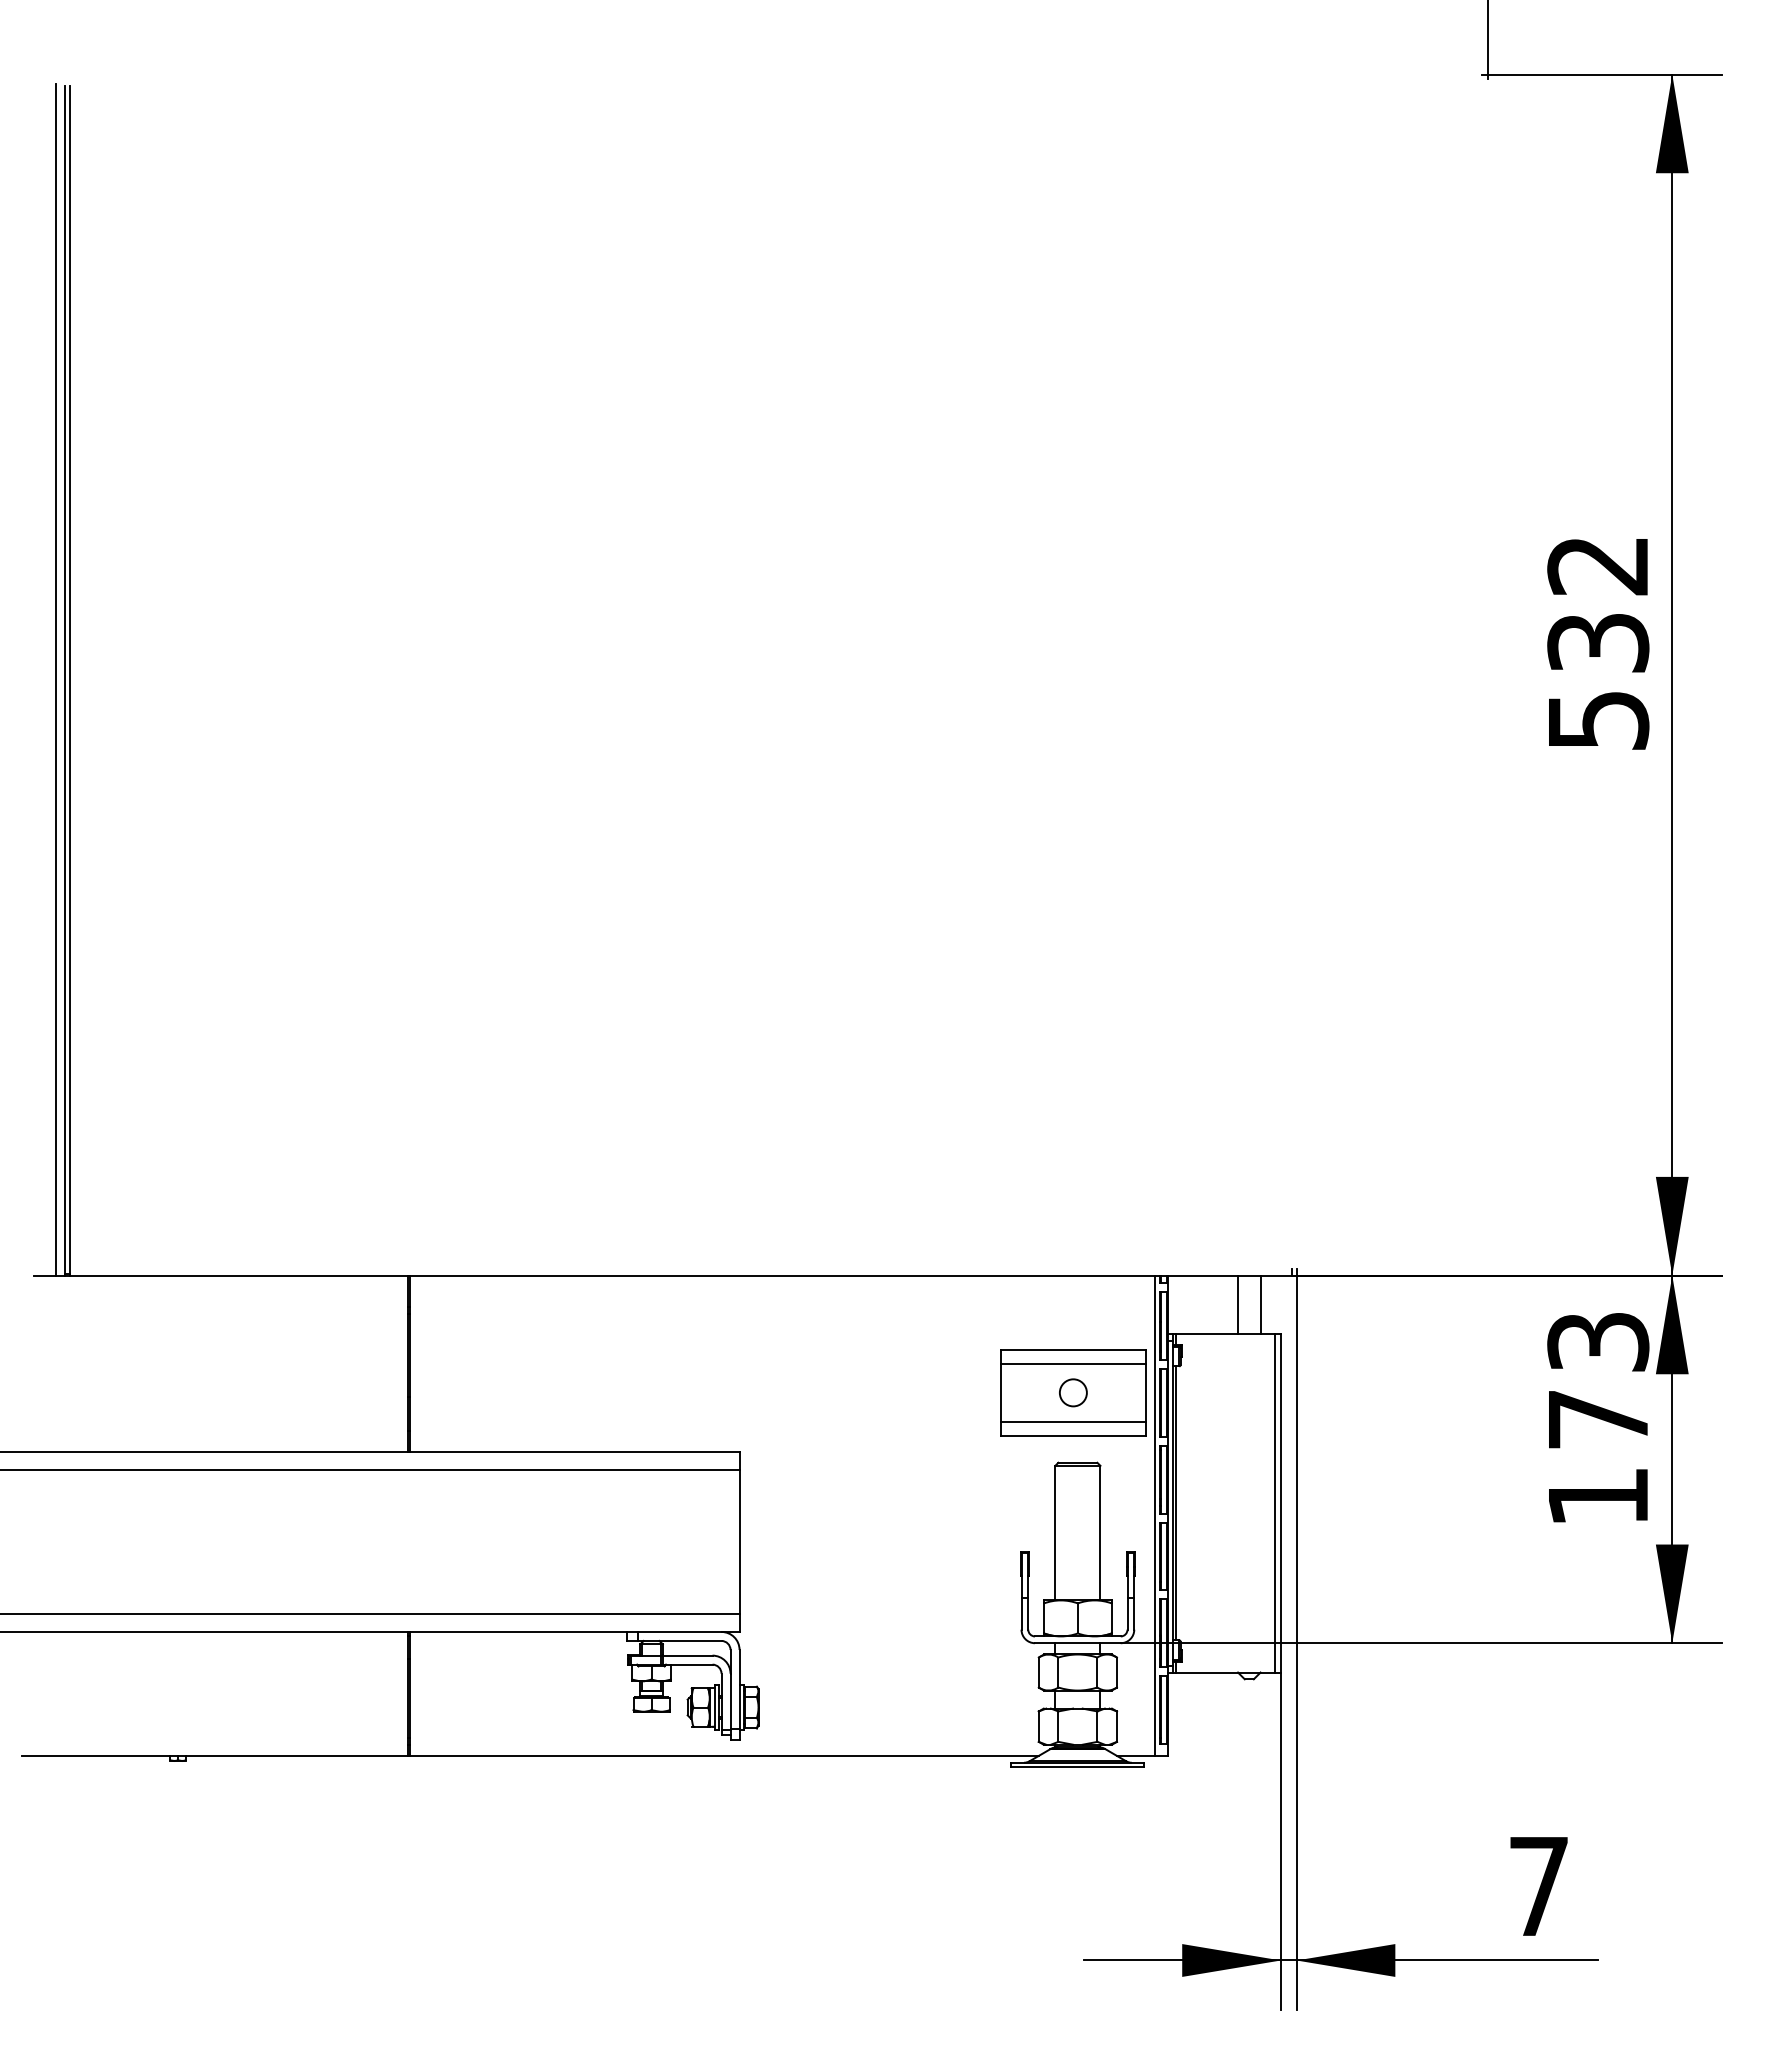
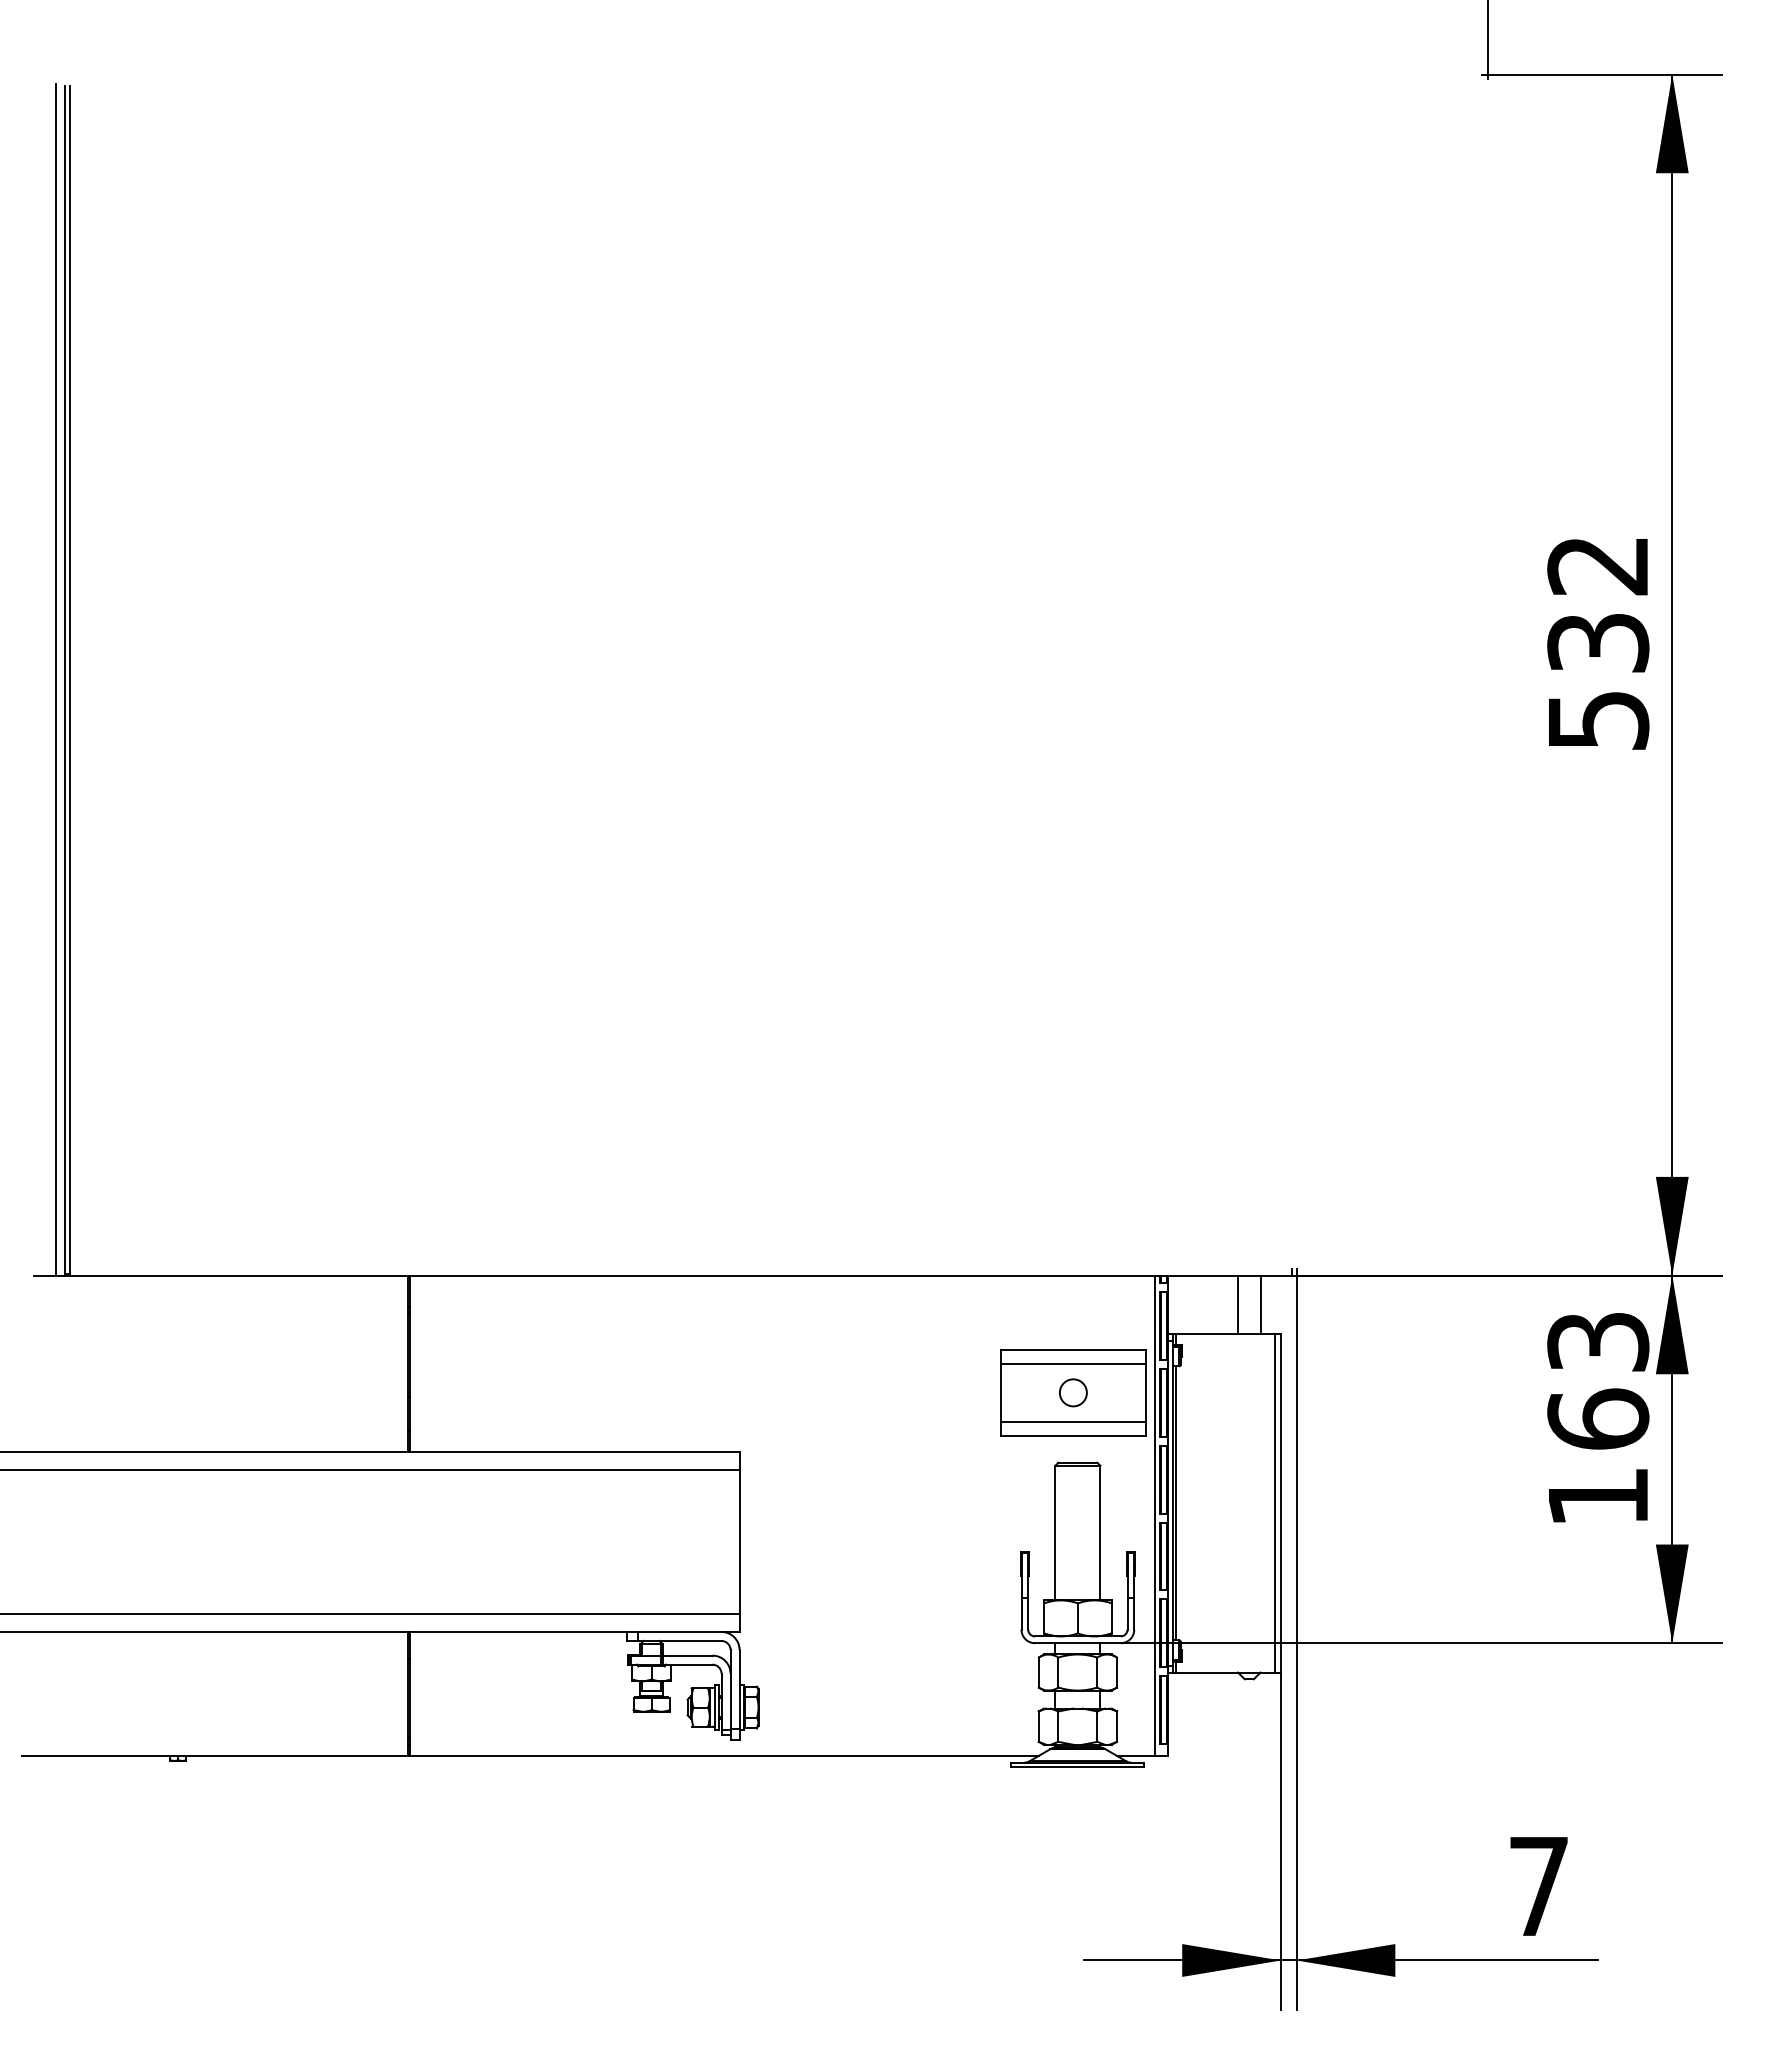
text at (1598, 1418): 173 -> 163
